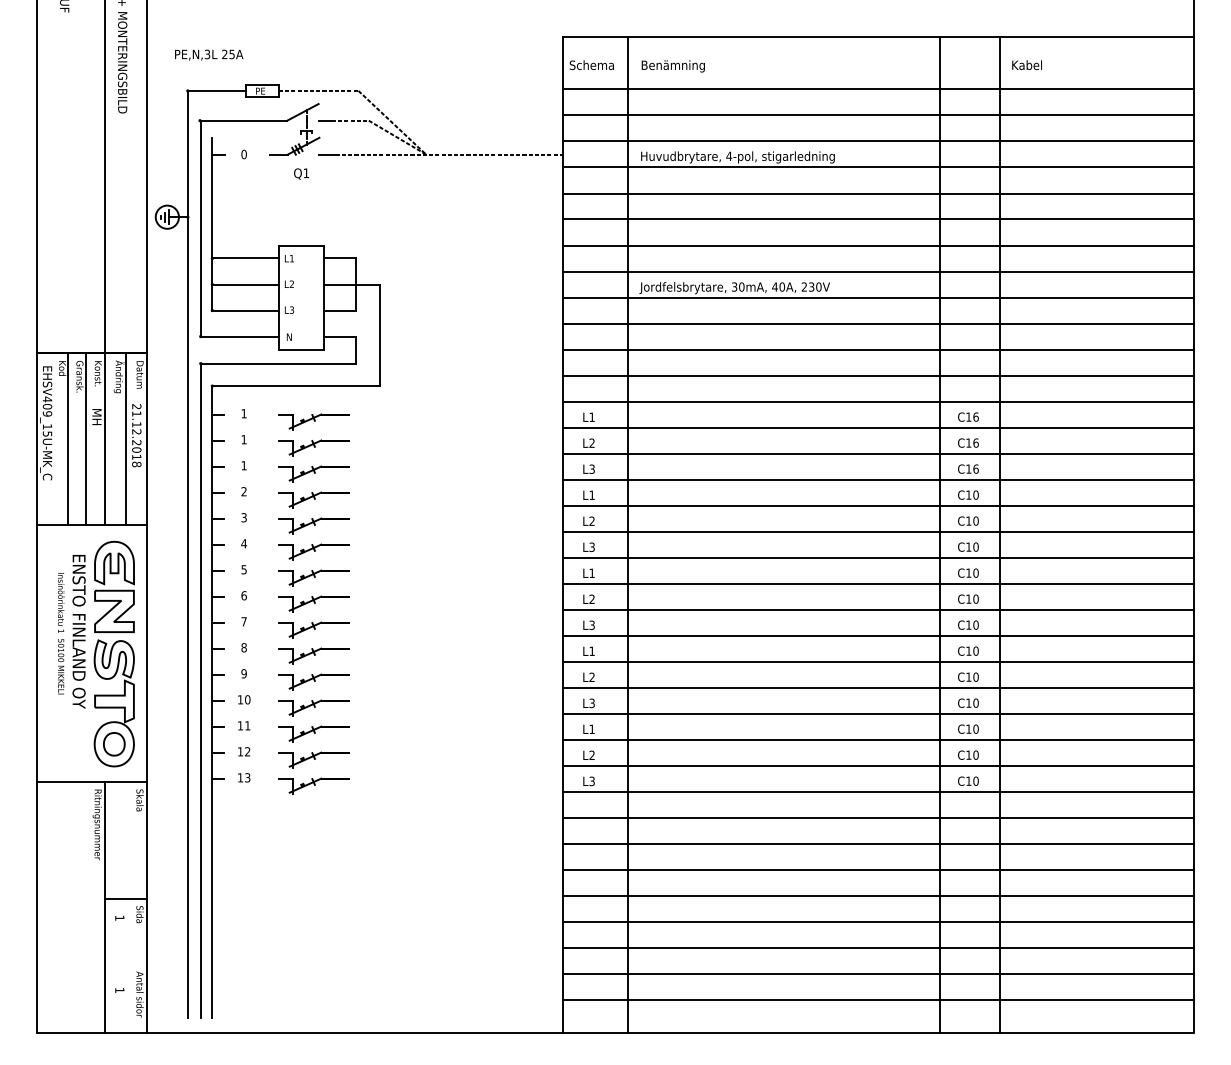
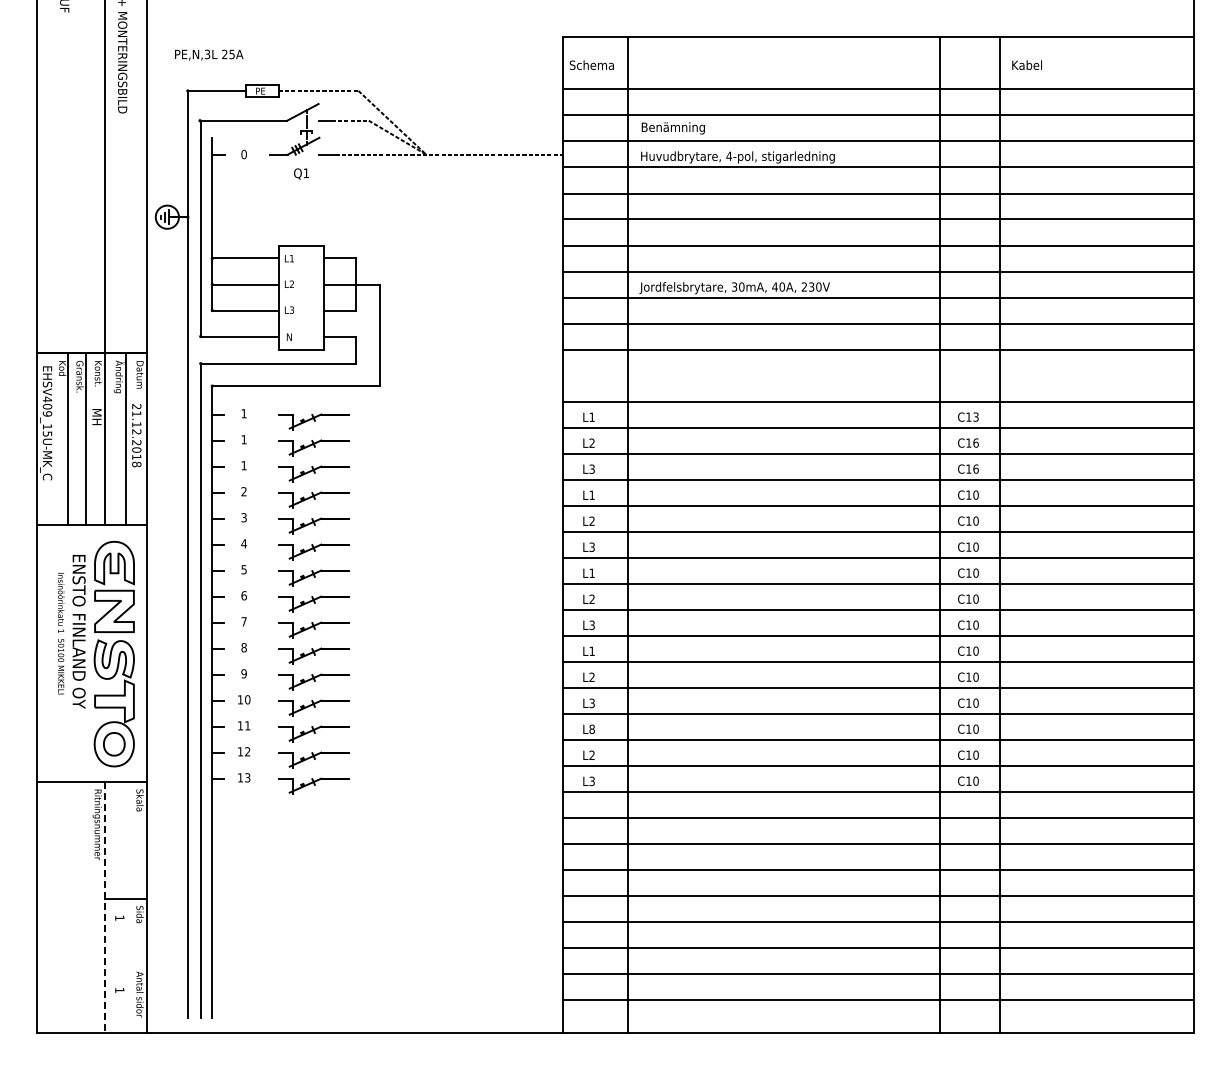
text at (672, 66) position: (672, 66) -> (672, 128)
line at (878, 375): present -> none
text at (975, 416): C16 -> C13
text at (591, 729): L1 -> L8
line at (104, 908): solid -> dashed
